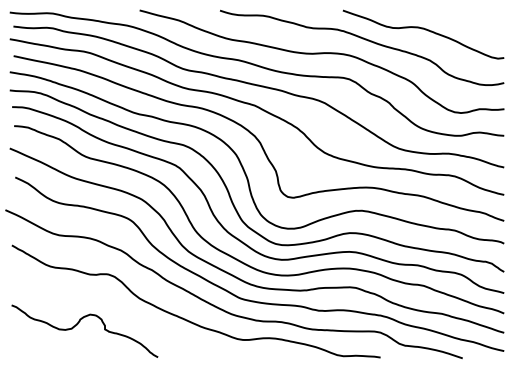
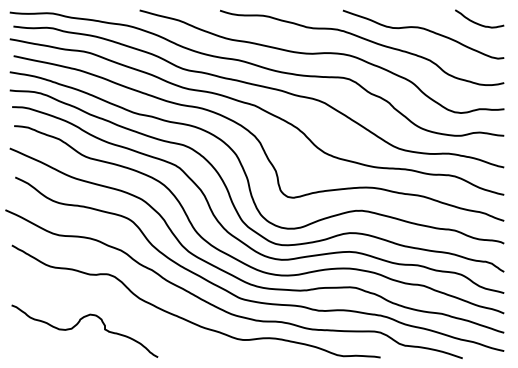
curve at (477, 22): none -> present
